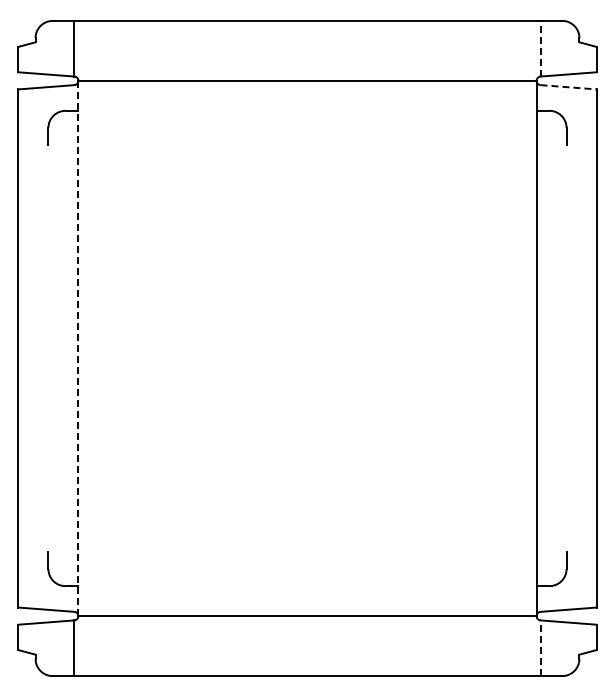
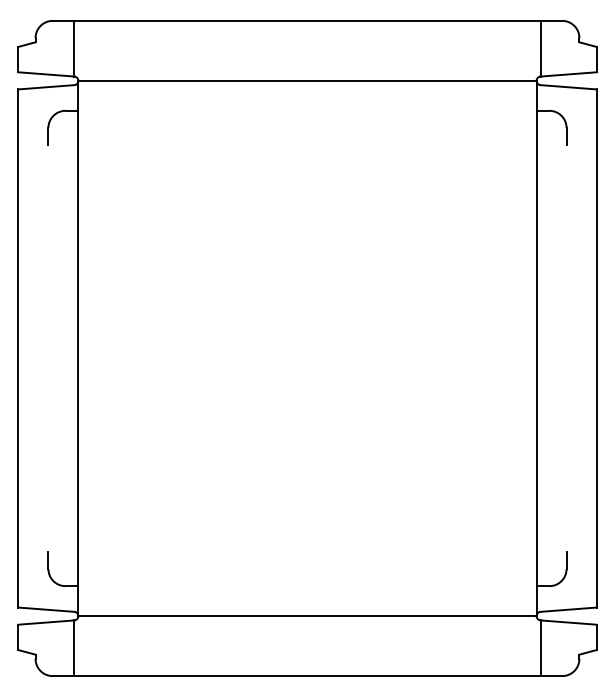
line at (540, 48): dashed -> solid
line at (569, 87): dashed -> solid
line at (78, 348): dashed -> solid
line at (540, 648): dashed -> solid
